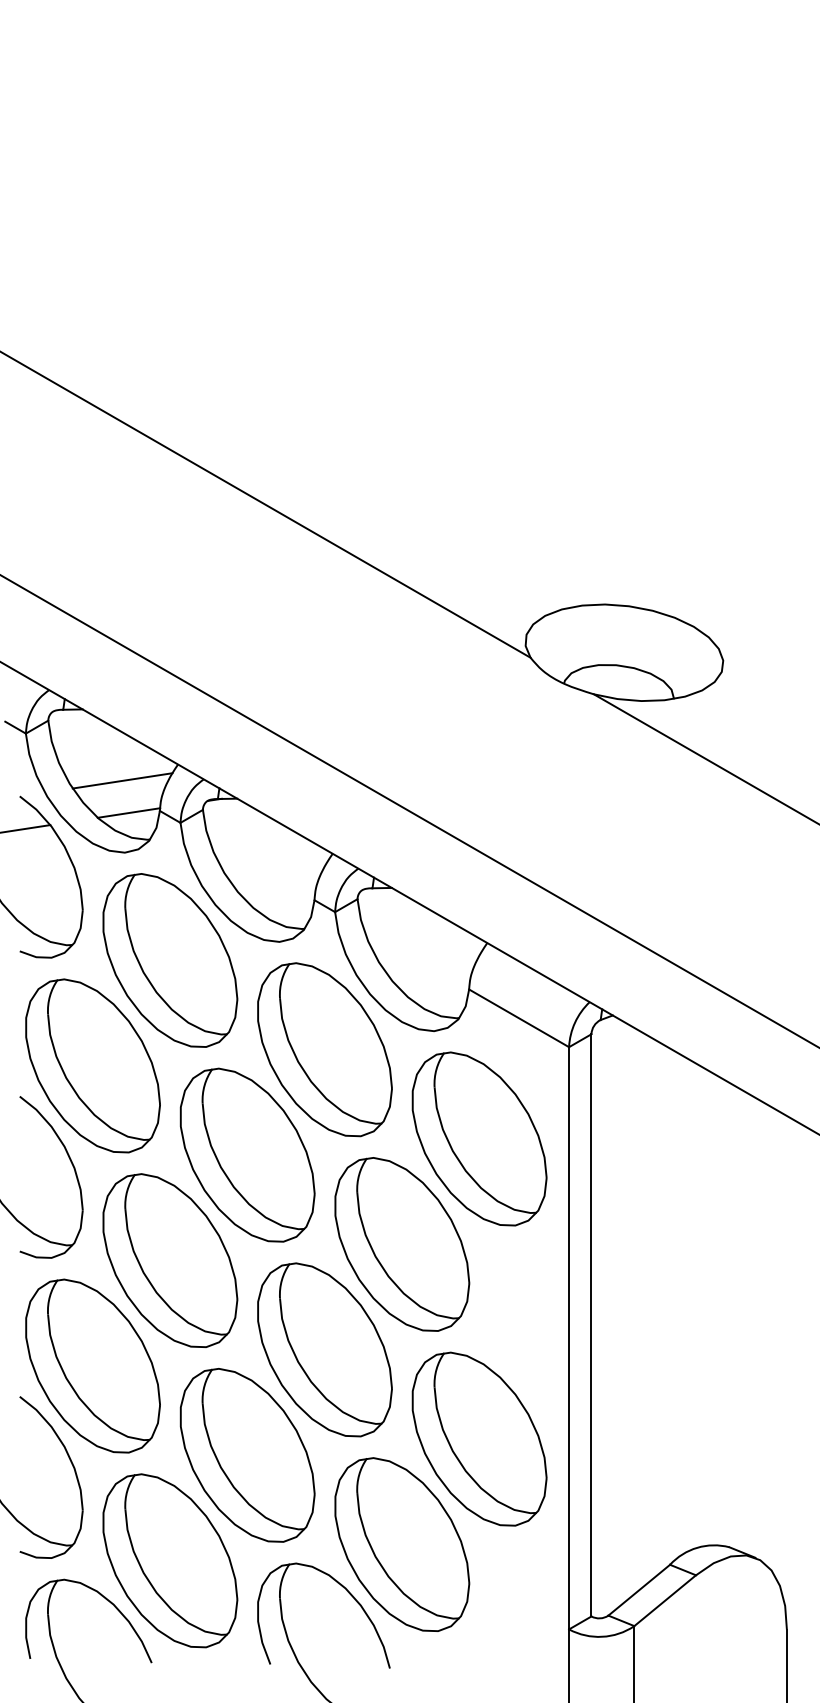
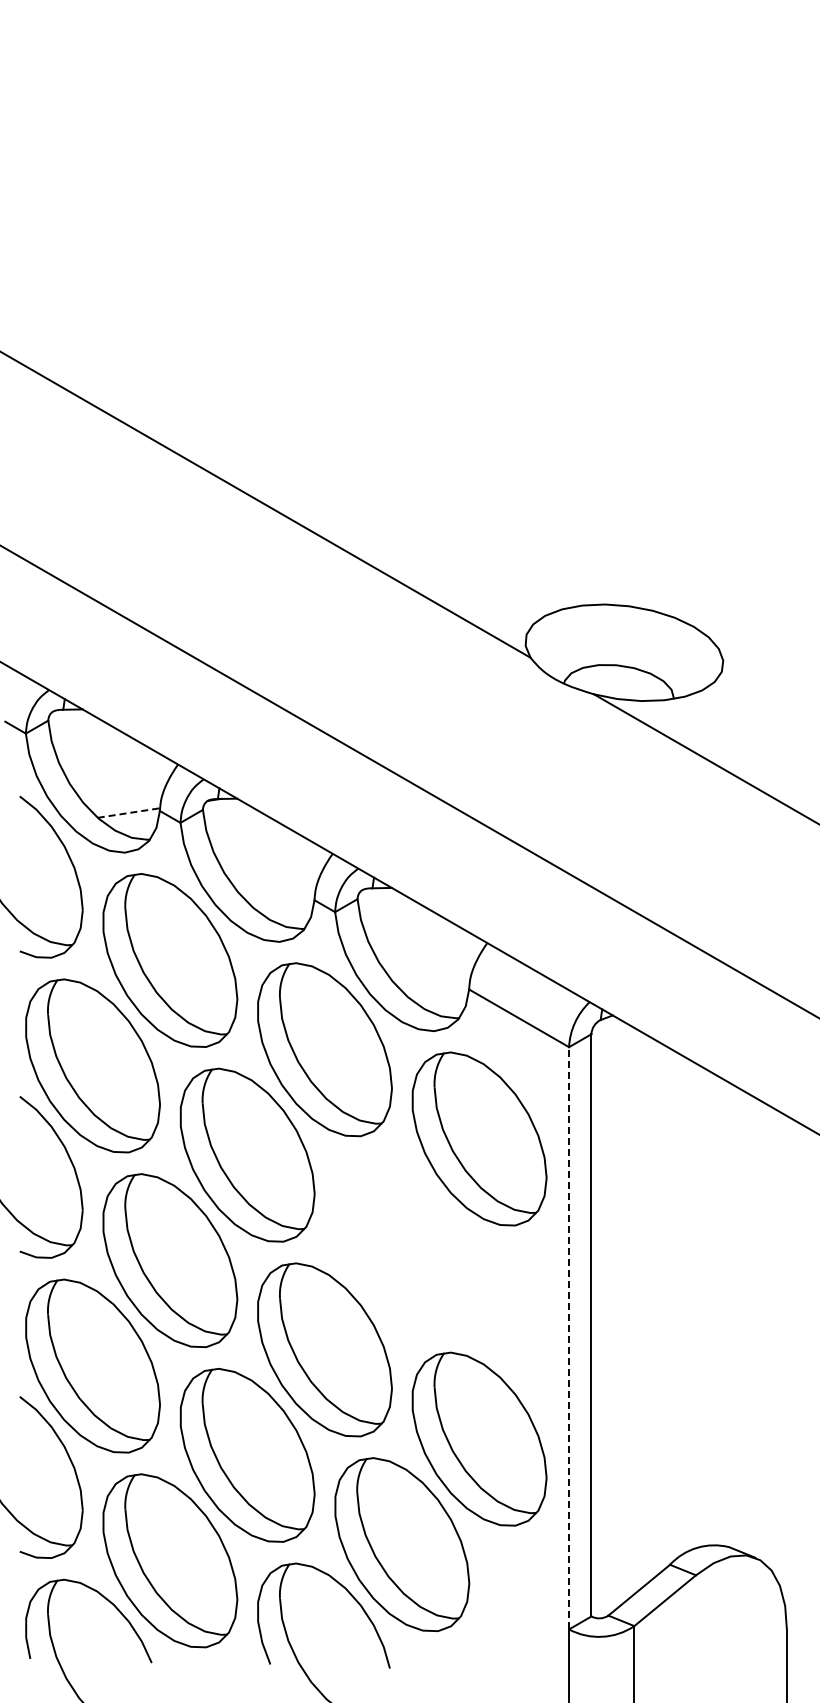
line at (122, 780): present -> none
line at (409, 811) position: (409, 811) -> (409, 781)
line at (128, 813): solid -> dashed
line at (26, 828): present -> none
part at (402, 1244): present -> none
line at (569, 1337): solid -> dashed
